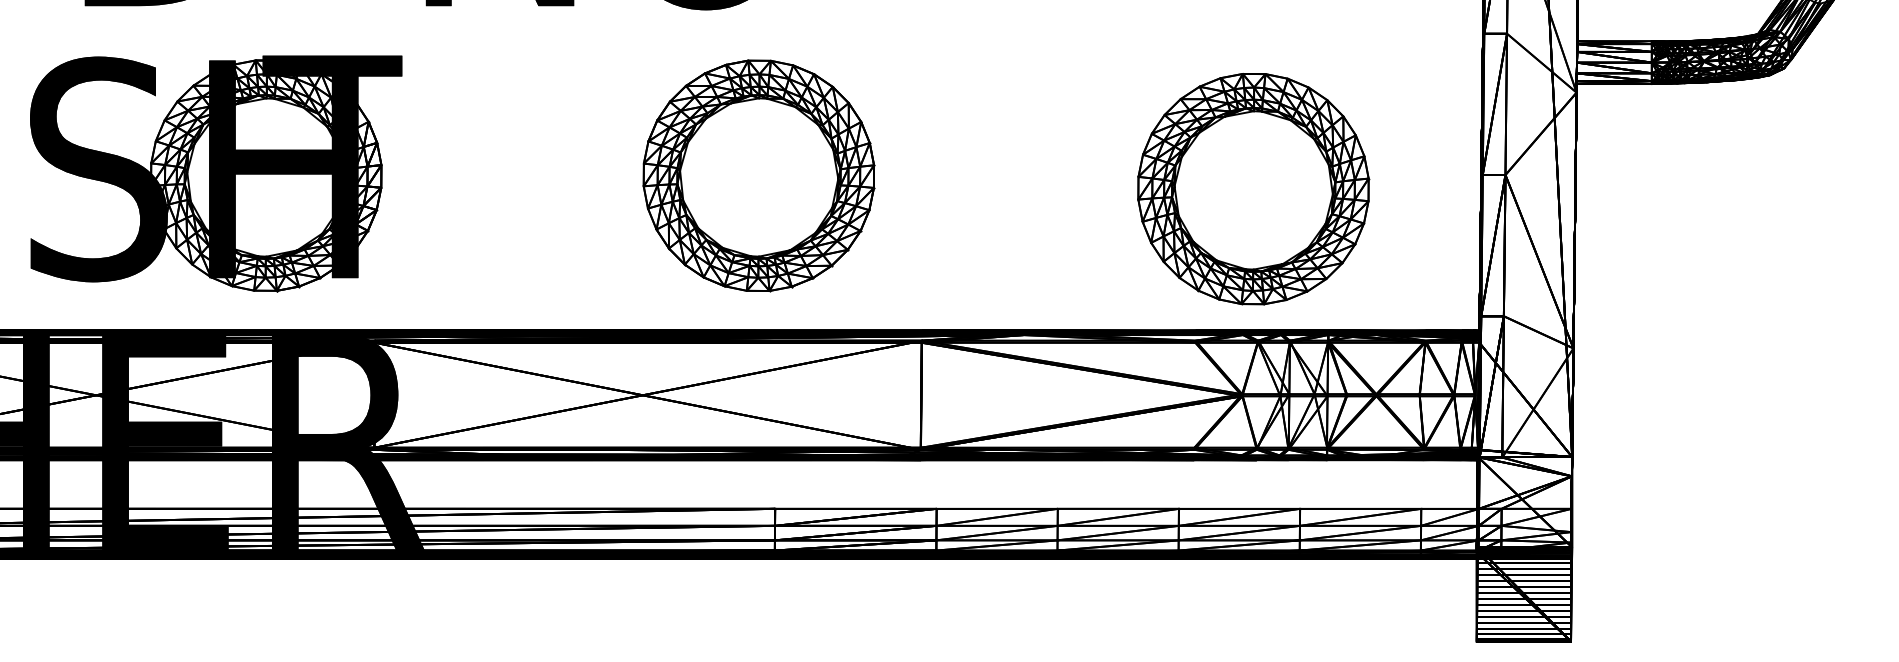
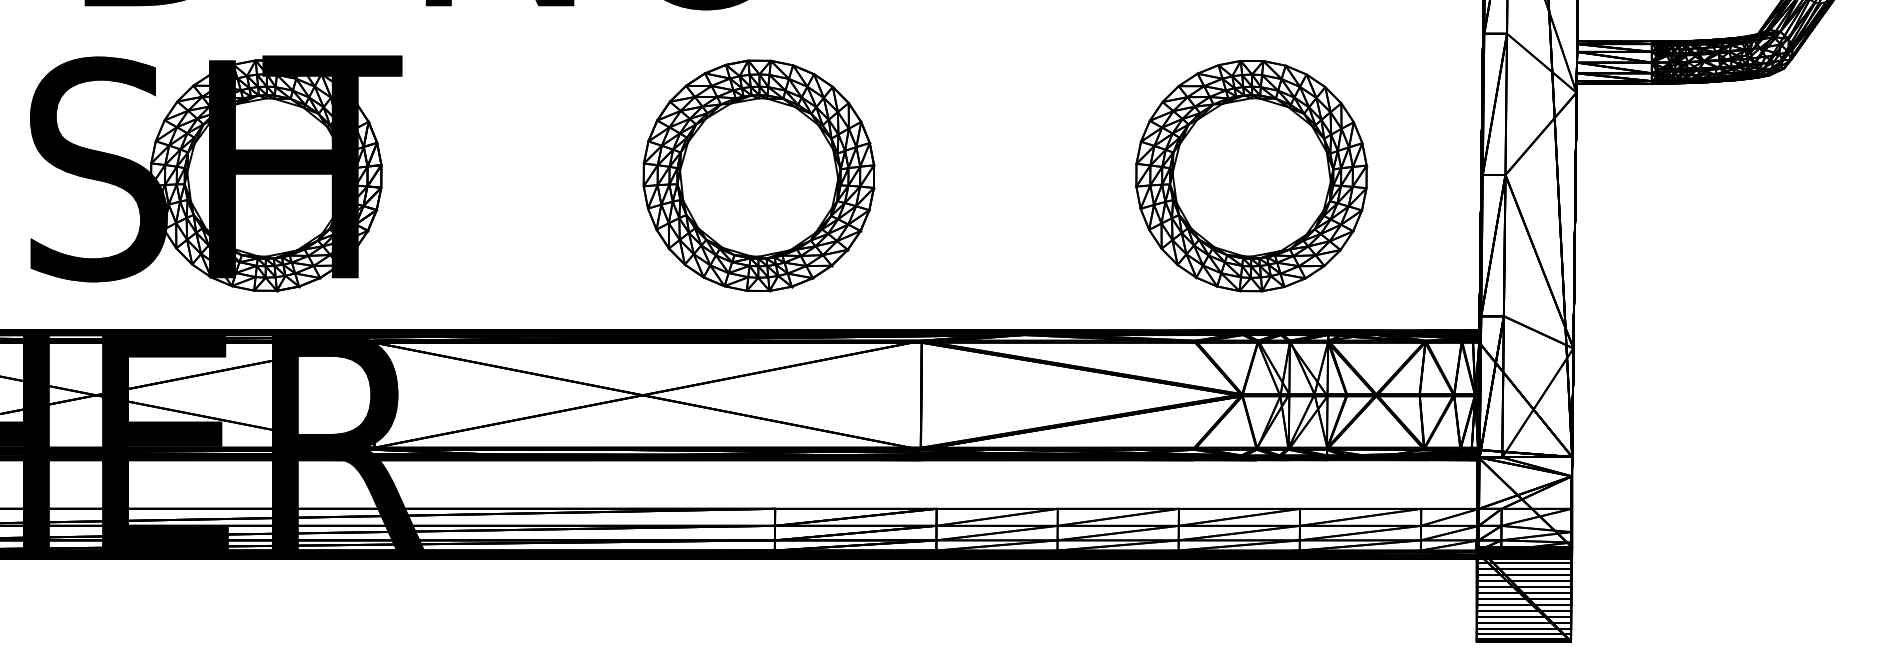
part at (1253, 189) position: (1253, 189) -> (1251, 176)
